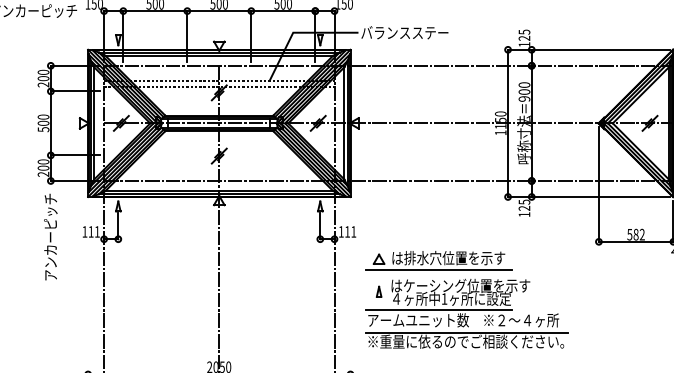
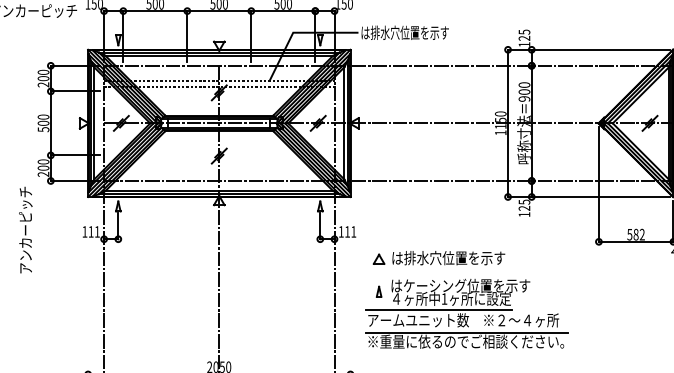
text at (404, 32): バランスステー -> は排水穴位置を示す
text at (50, 236) position: (50, 236) -> (25, 229)
line at (439, 270): present -> none
